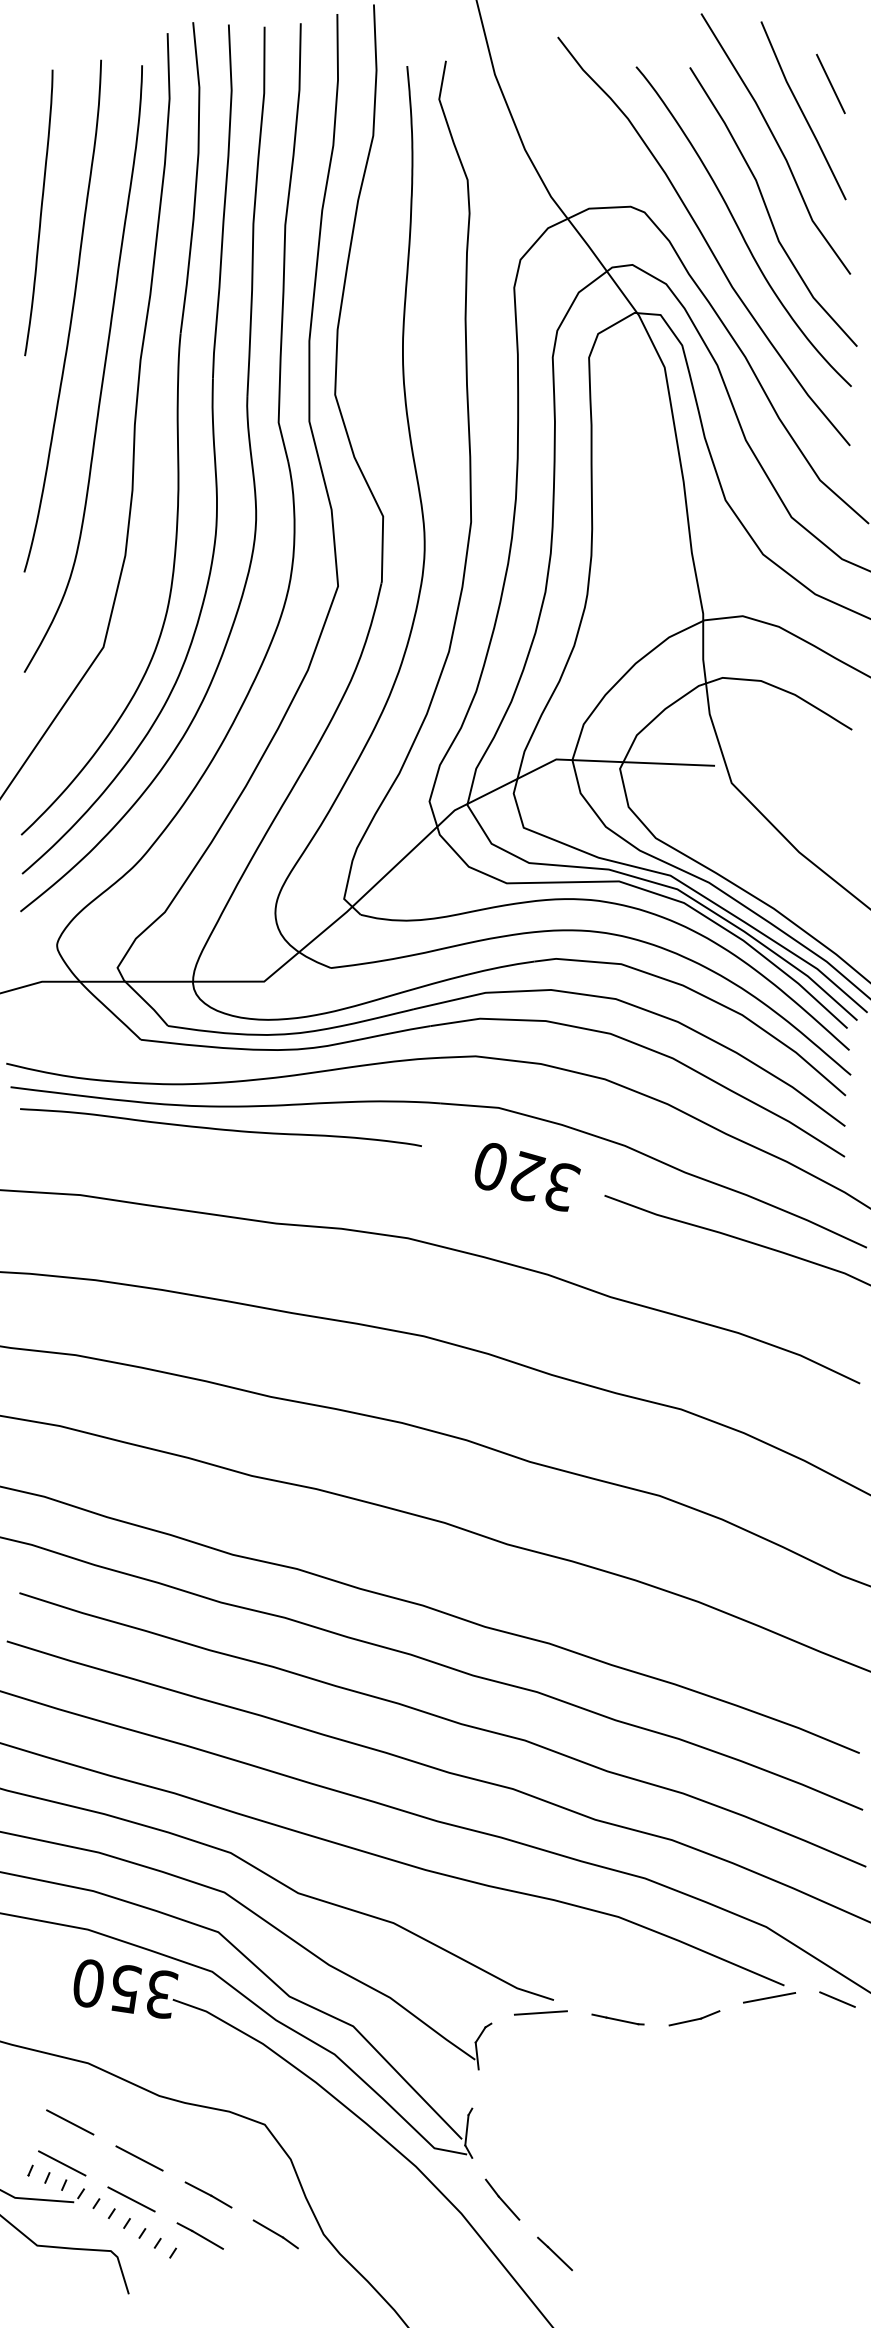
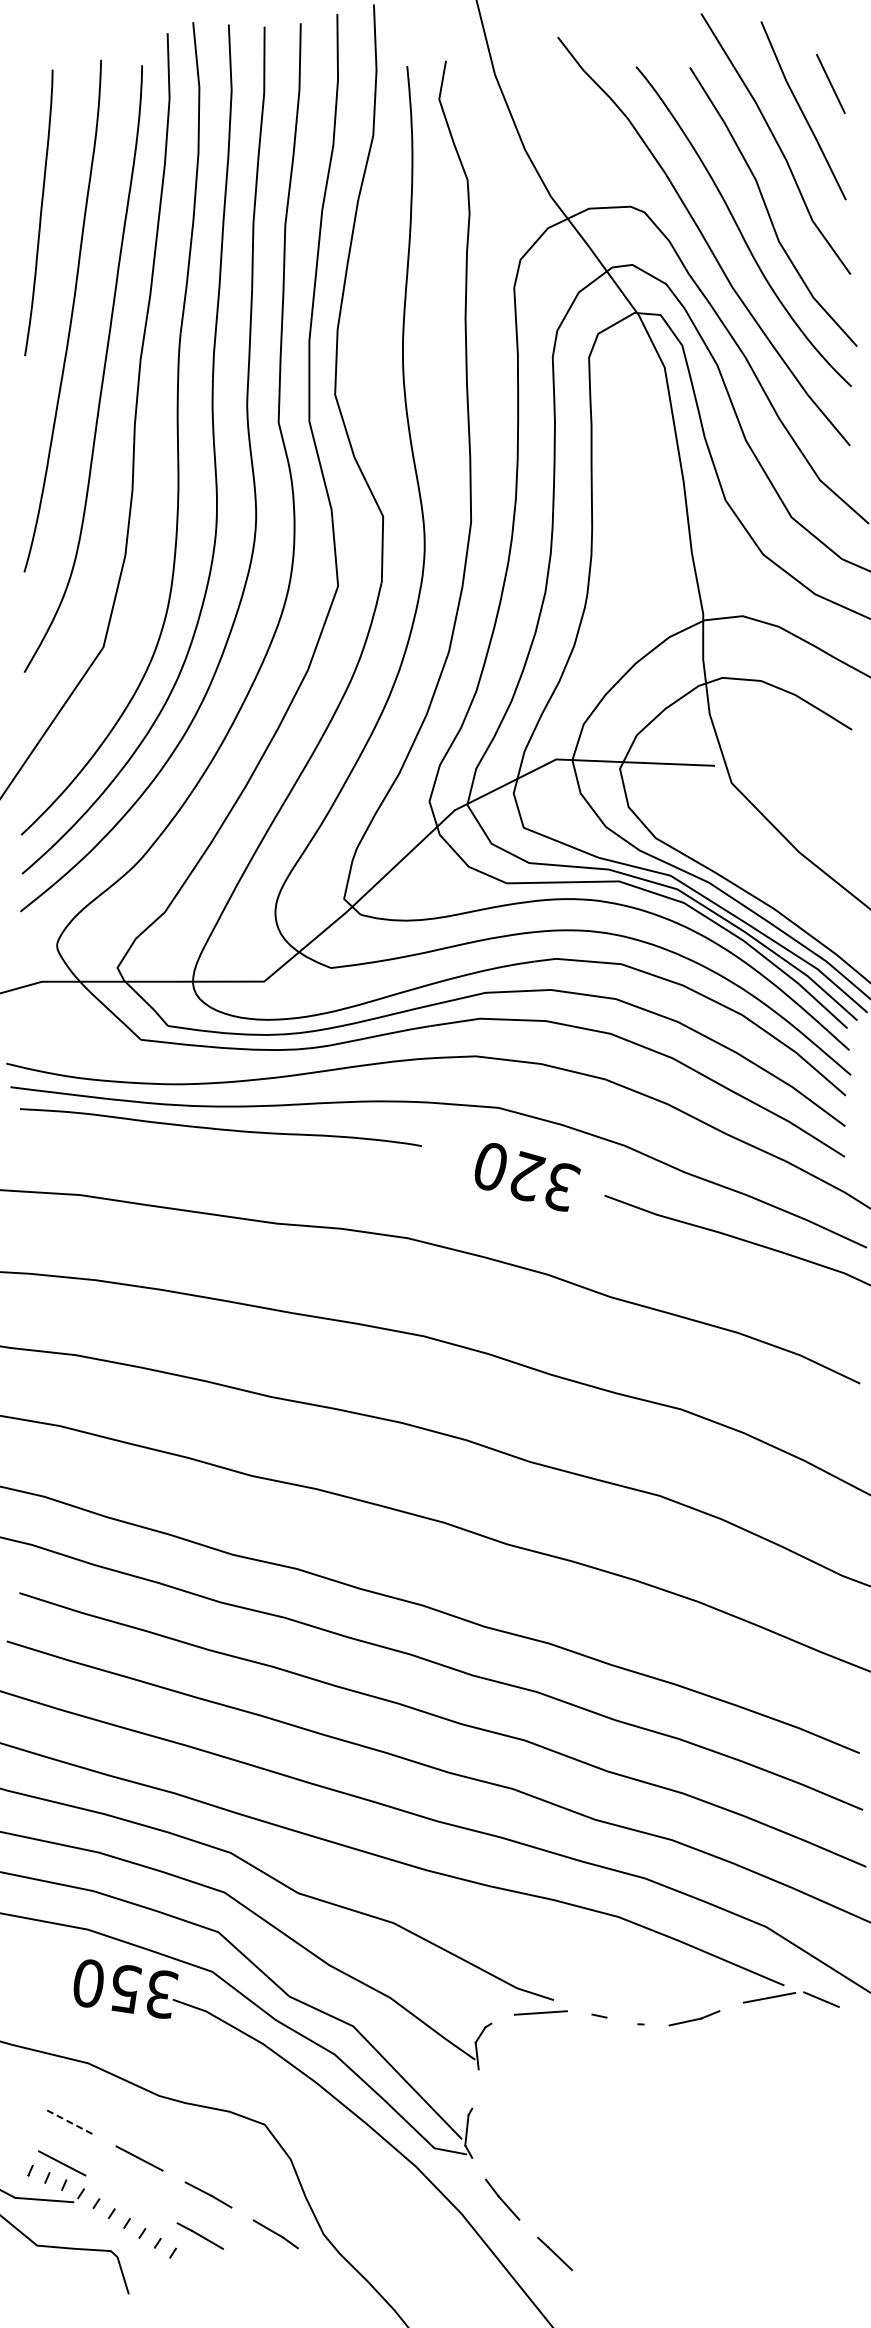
line at (837, 1999) position: (837, 1999) -> (821, 1999)
line at (622, 2020): present -> none
line at (70, 2122): solid -> dashed
line at (131, 2199): present -> none
